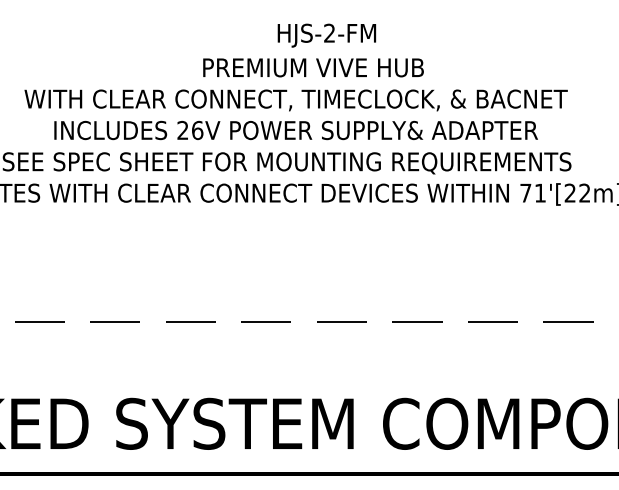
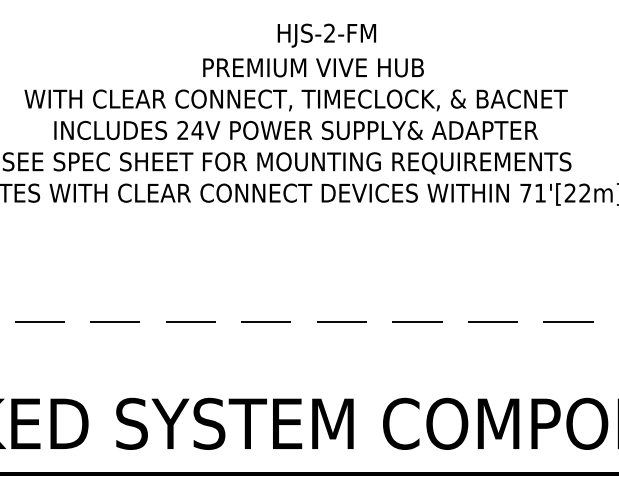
text at (197, 130): 26V -> 24V
